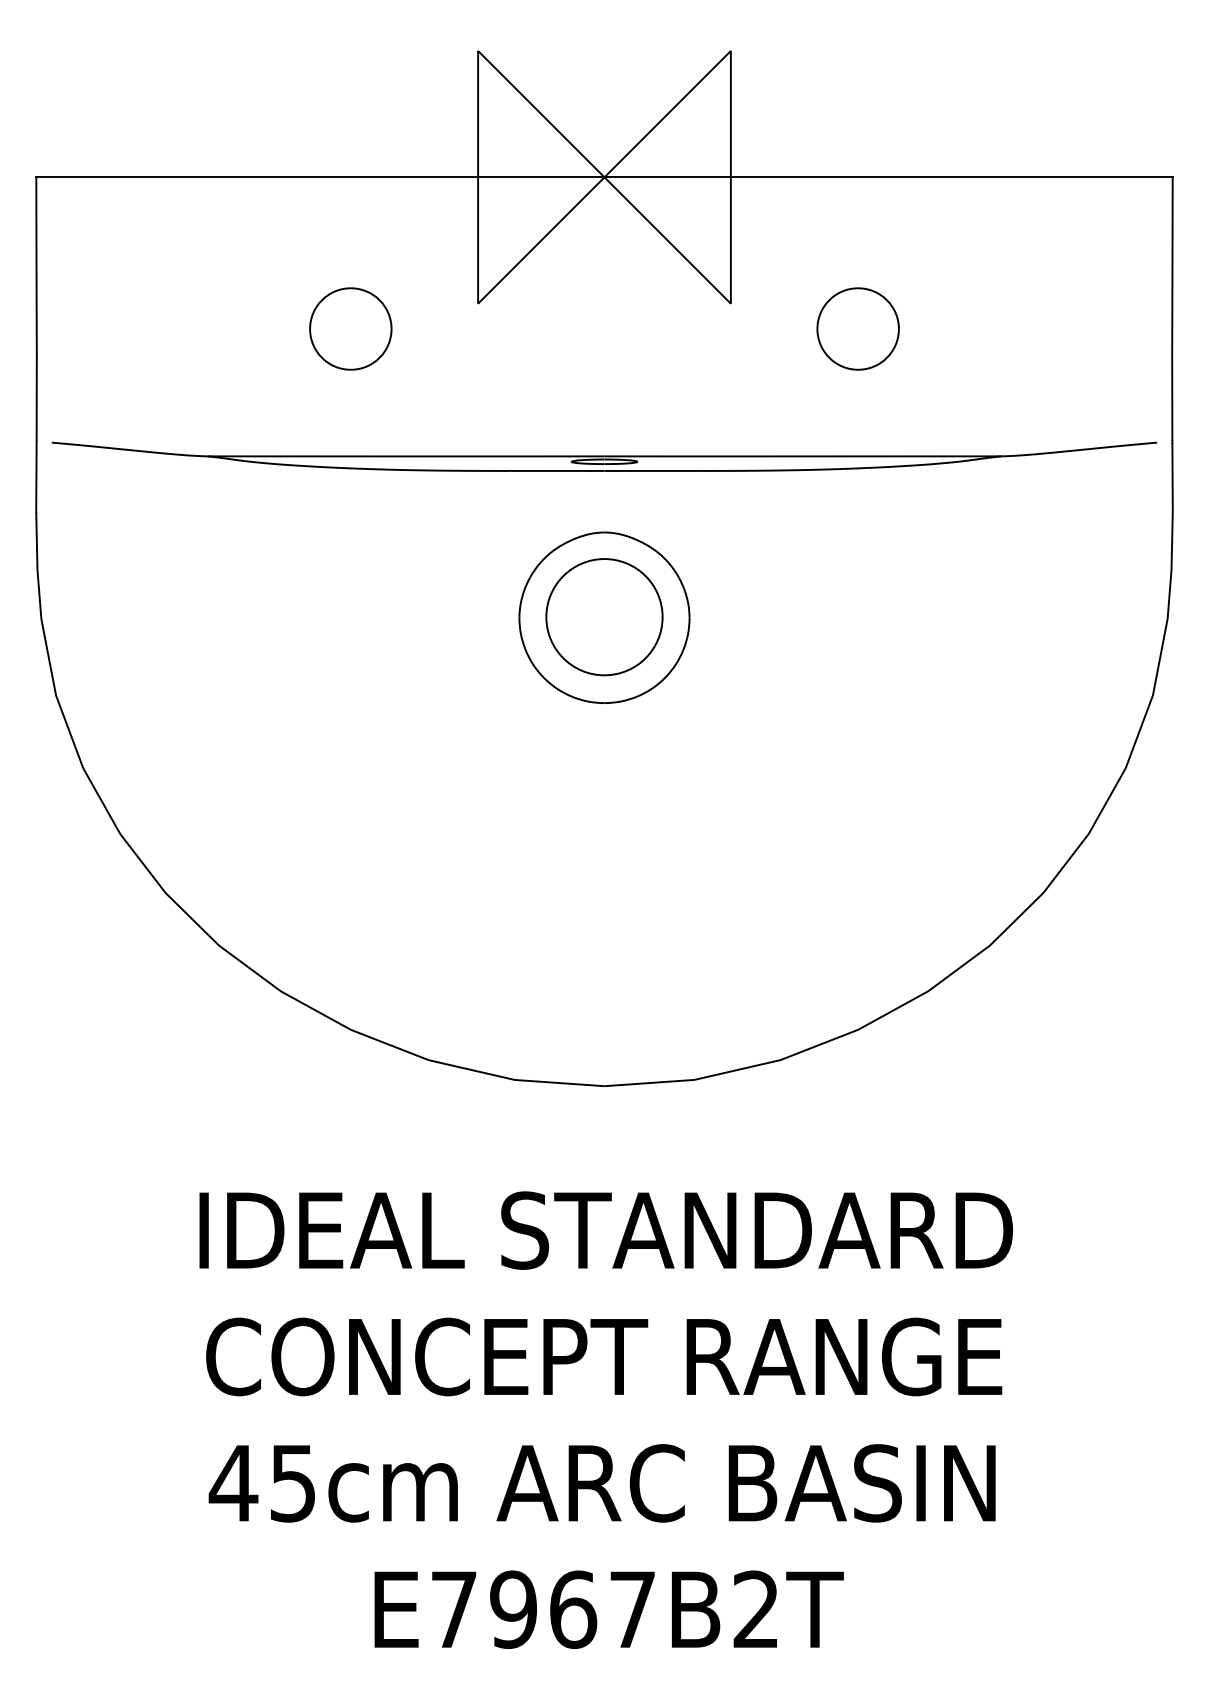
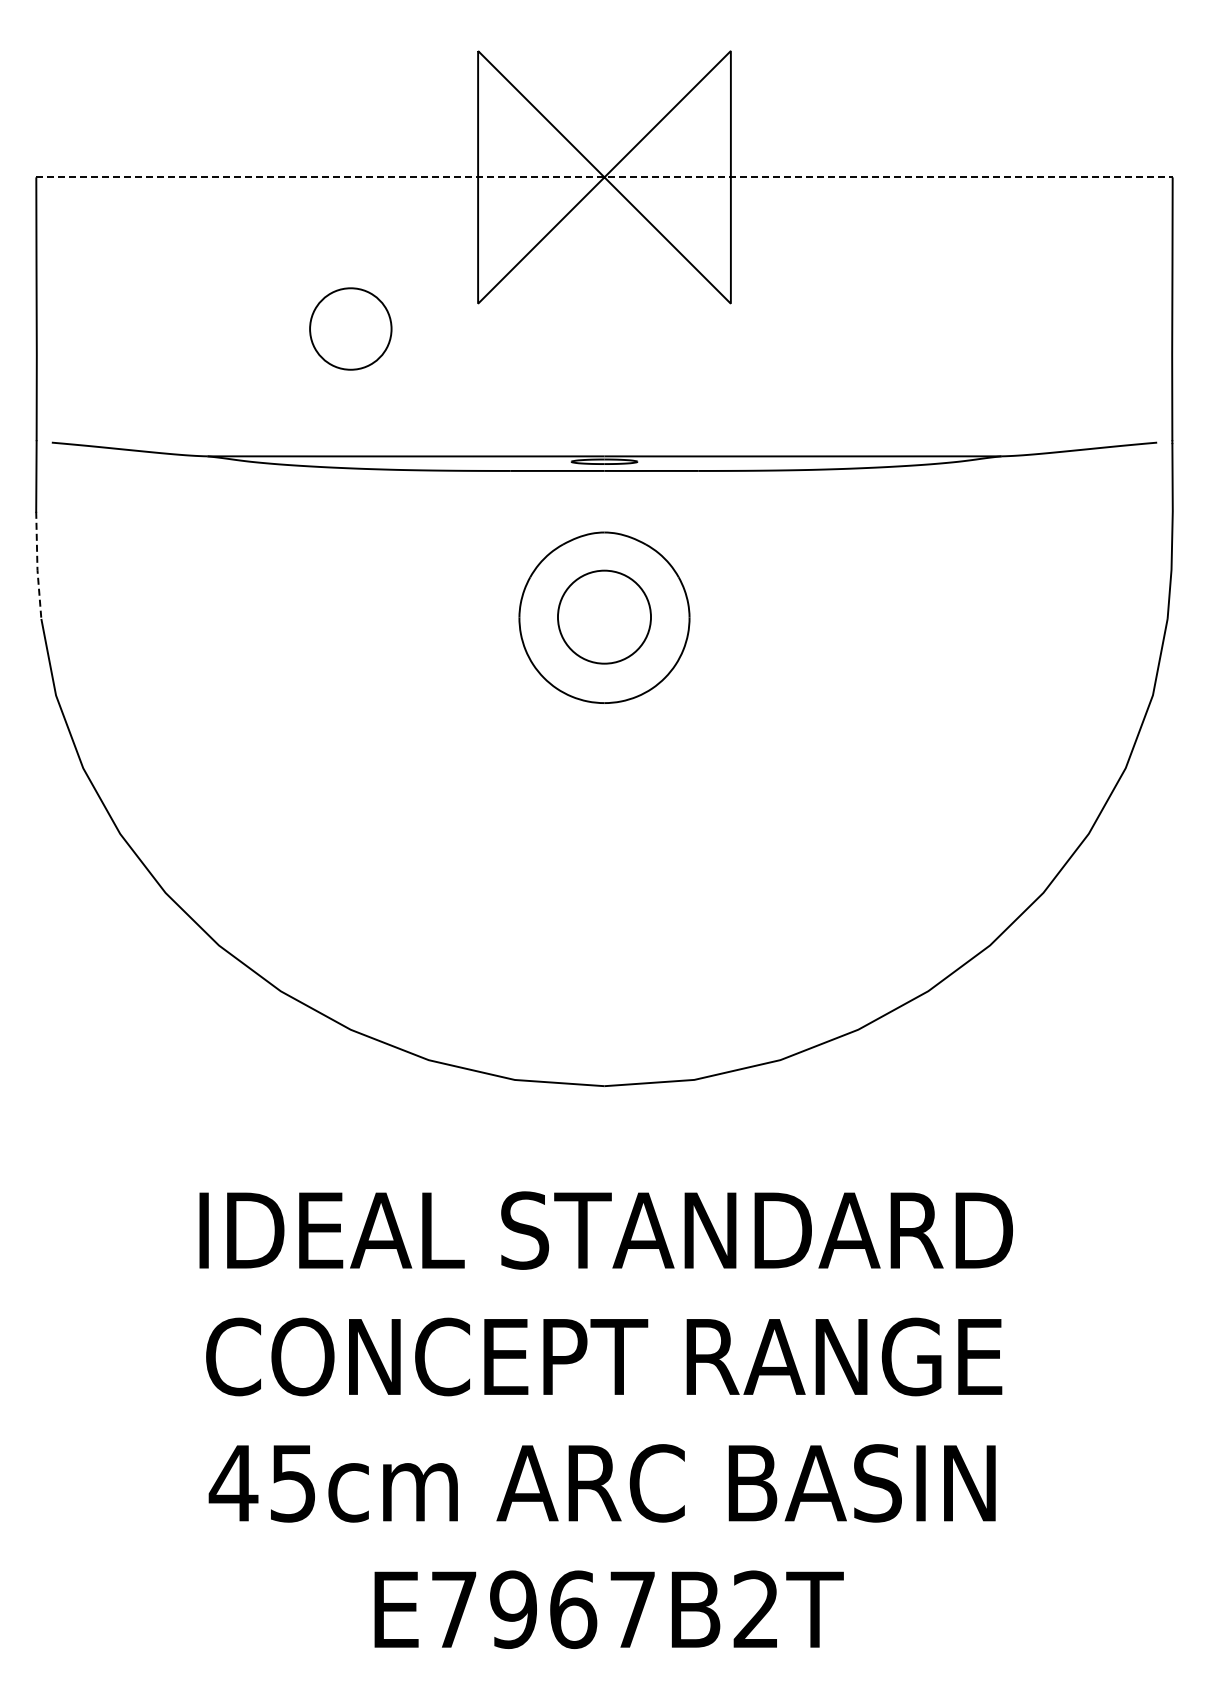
line at (604, 177): solid -> dashed
part at (857, 328): present -> none
line at (37, 566): solid -> dashed
circle at (604, 617) diameter: 116 px -> 93 px
